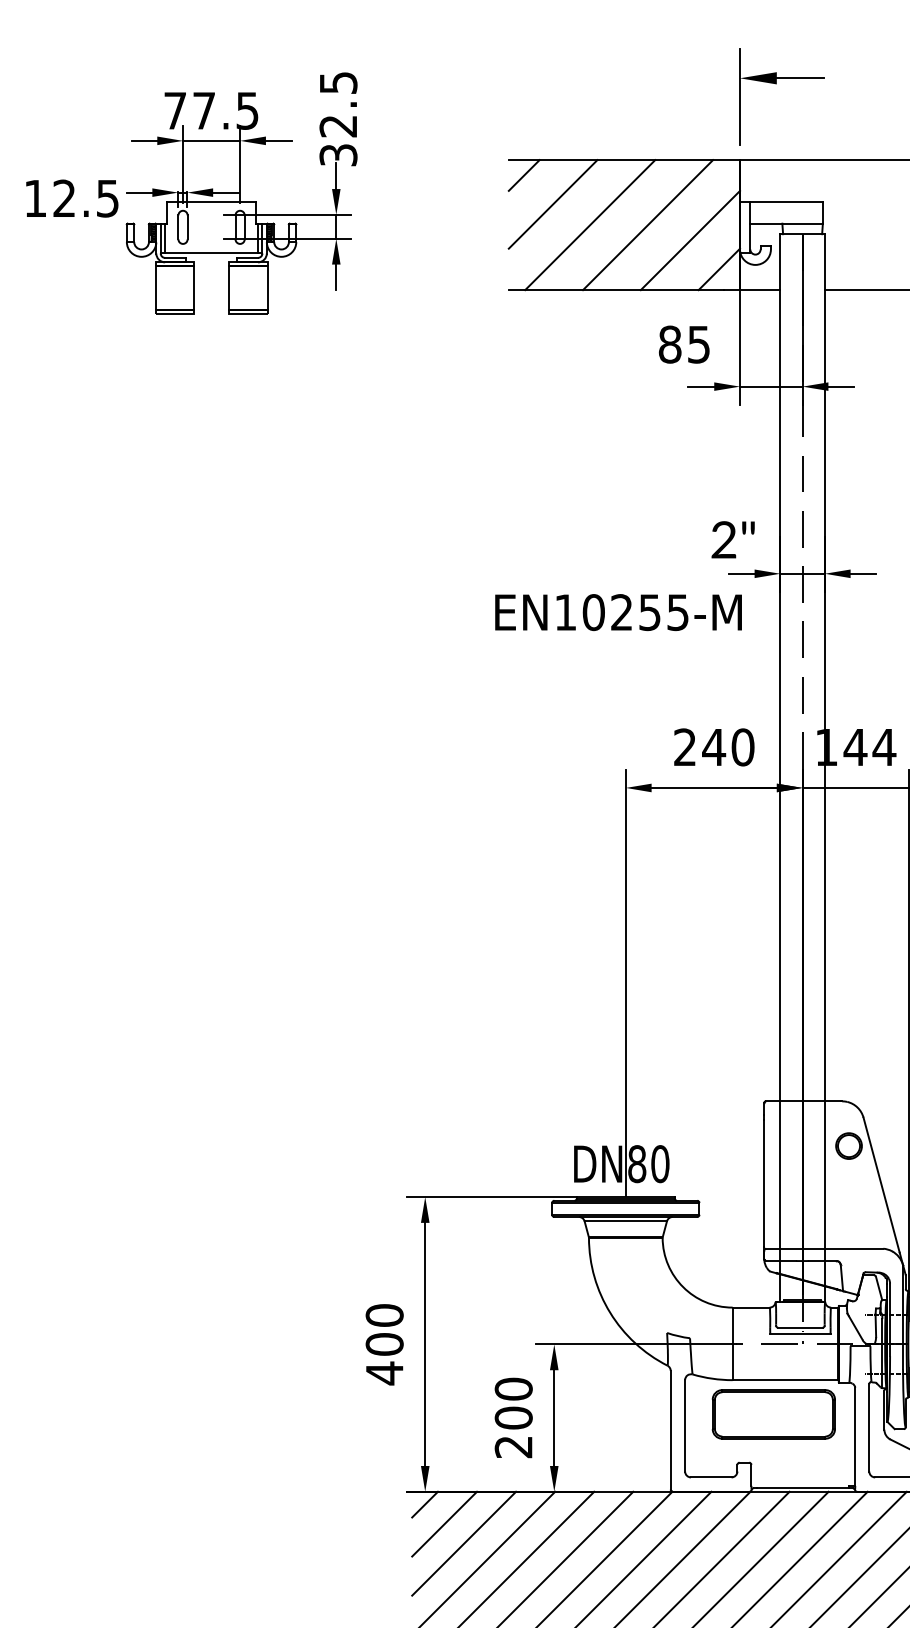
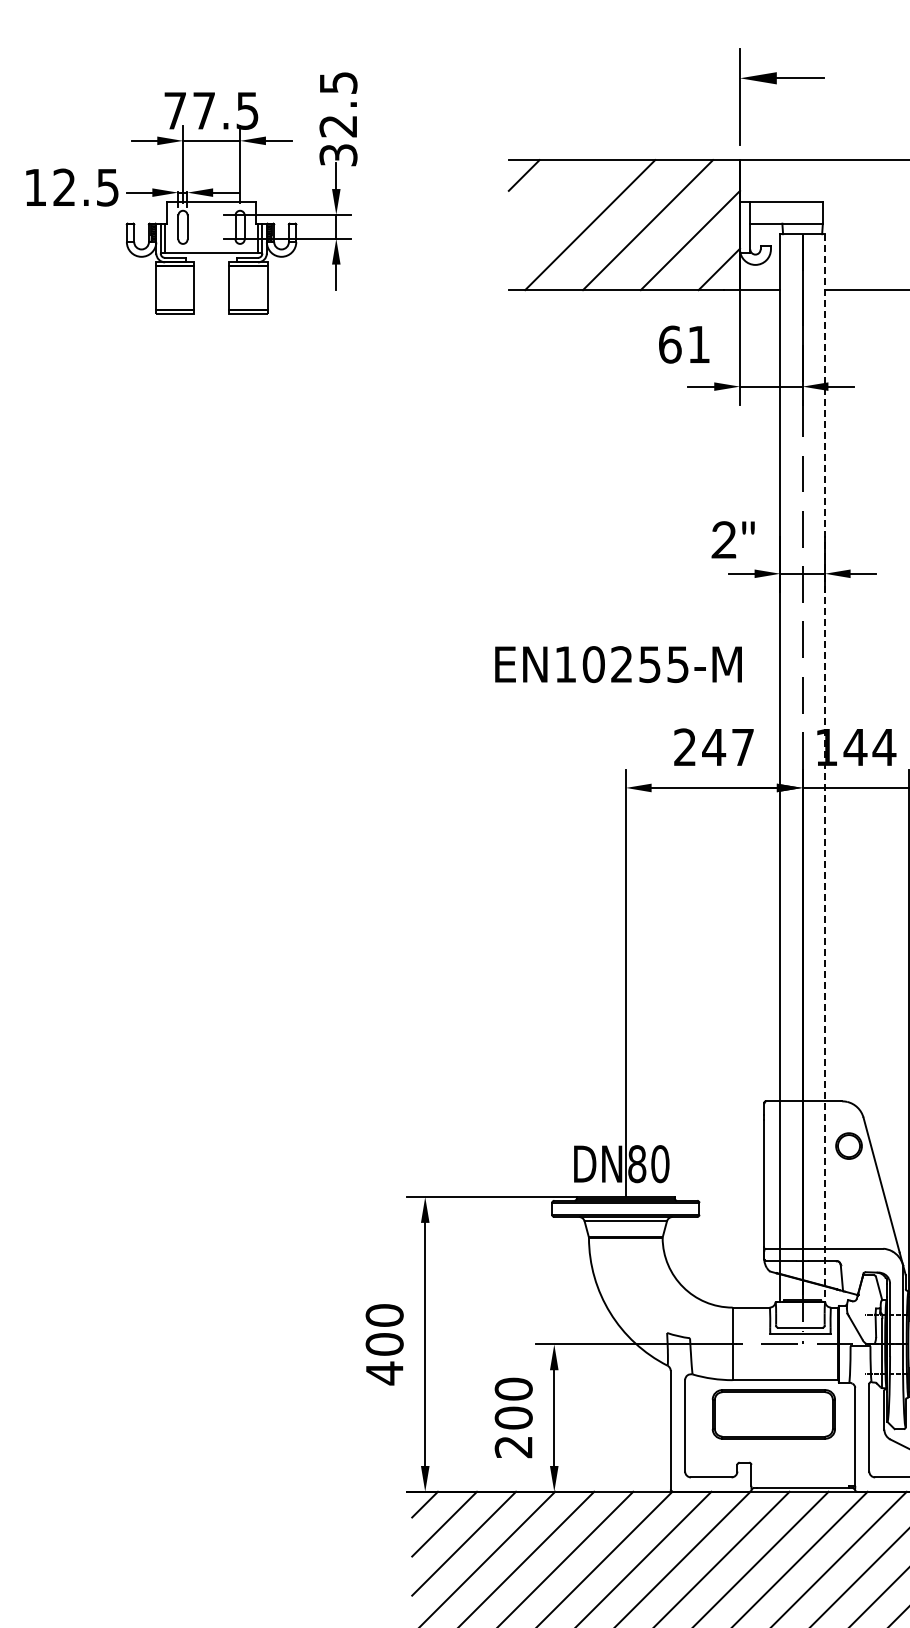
text at (72, 198) position: (72, 198) -> (72, 187)
line at (552, 204): present -> none
text at (683, 344): 85 -> 61
text at (618, 612) position: (618, 612) -> (618, 664)
text at (742, 747): 240 -> 247
line at (824, 767): solid -> dashed
